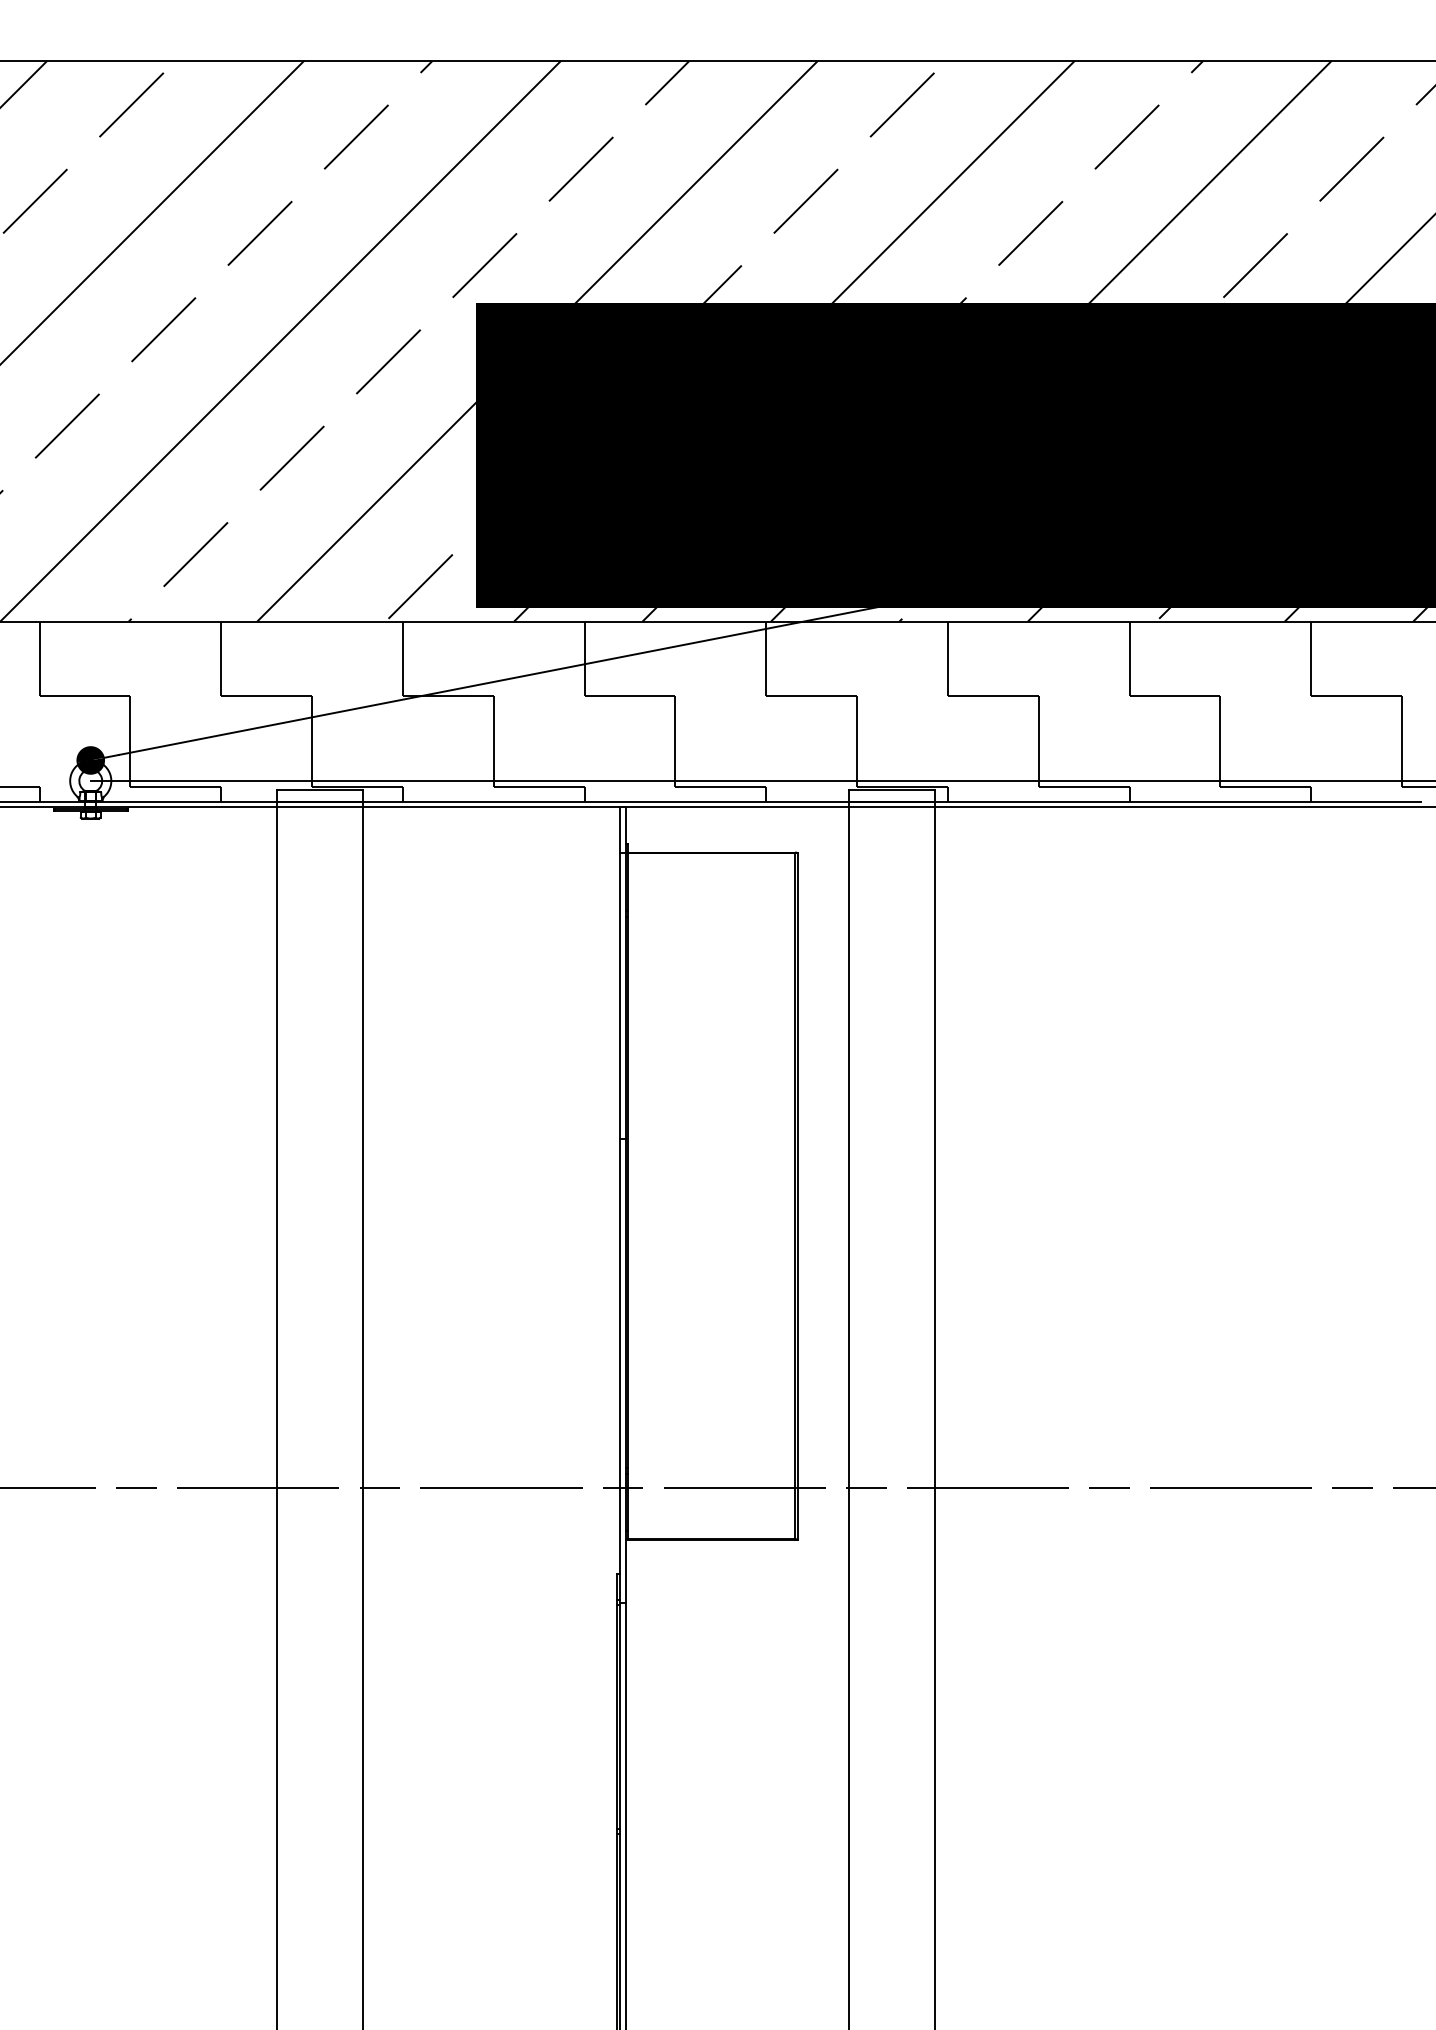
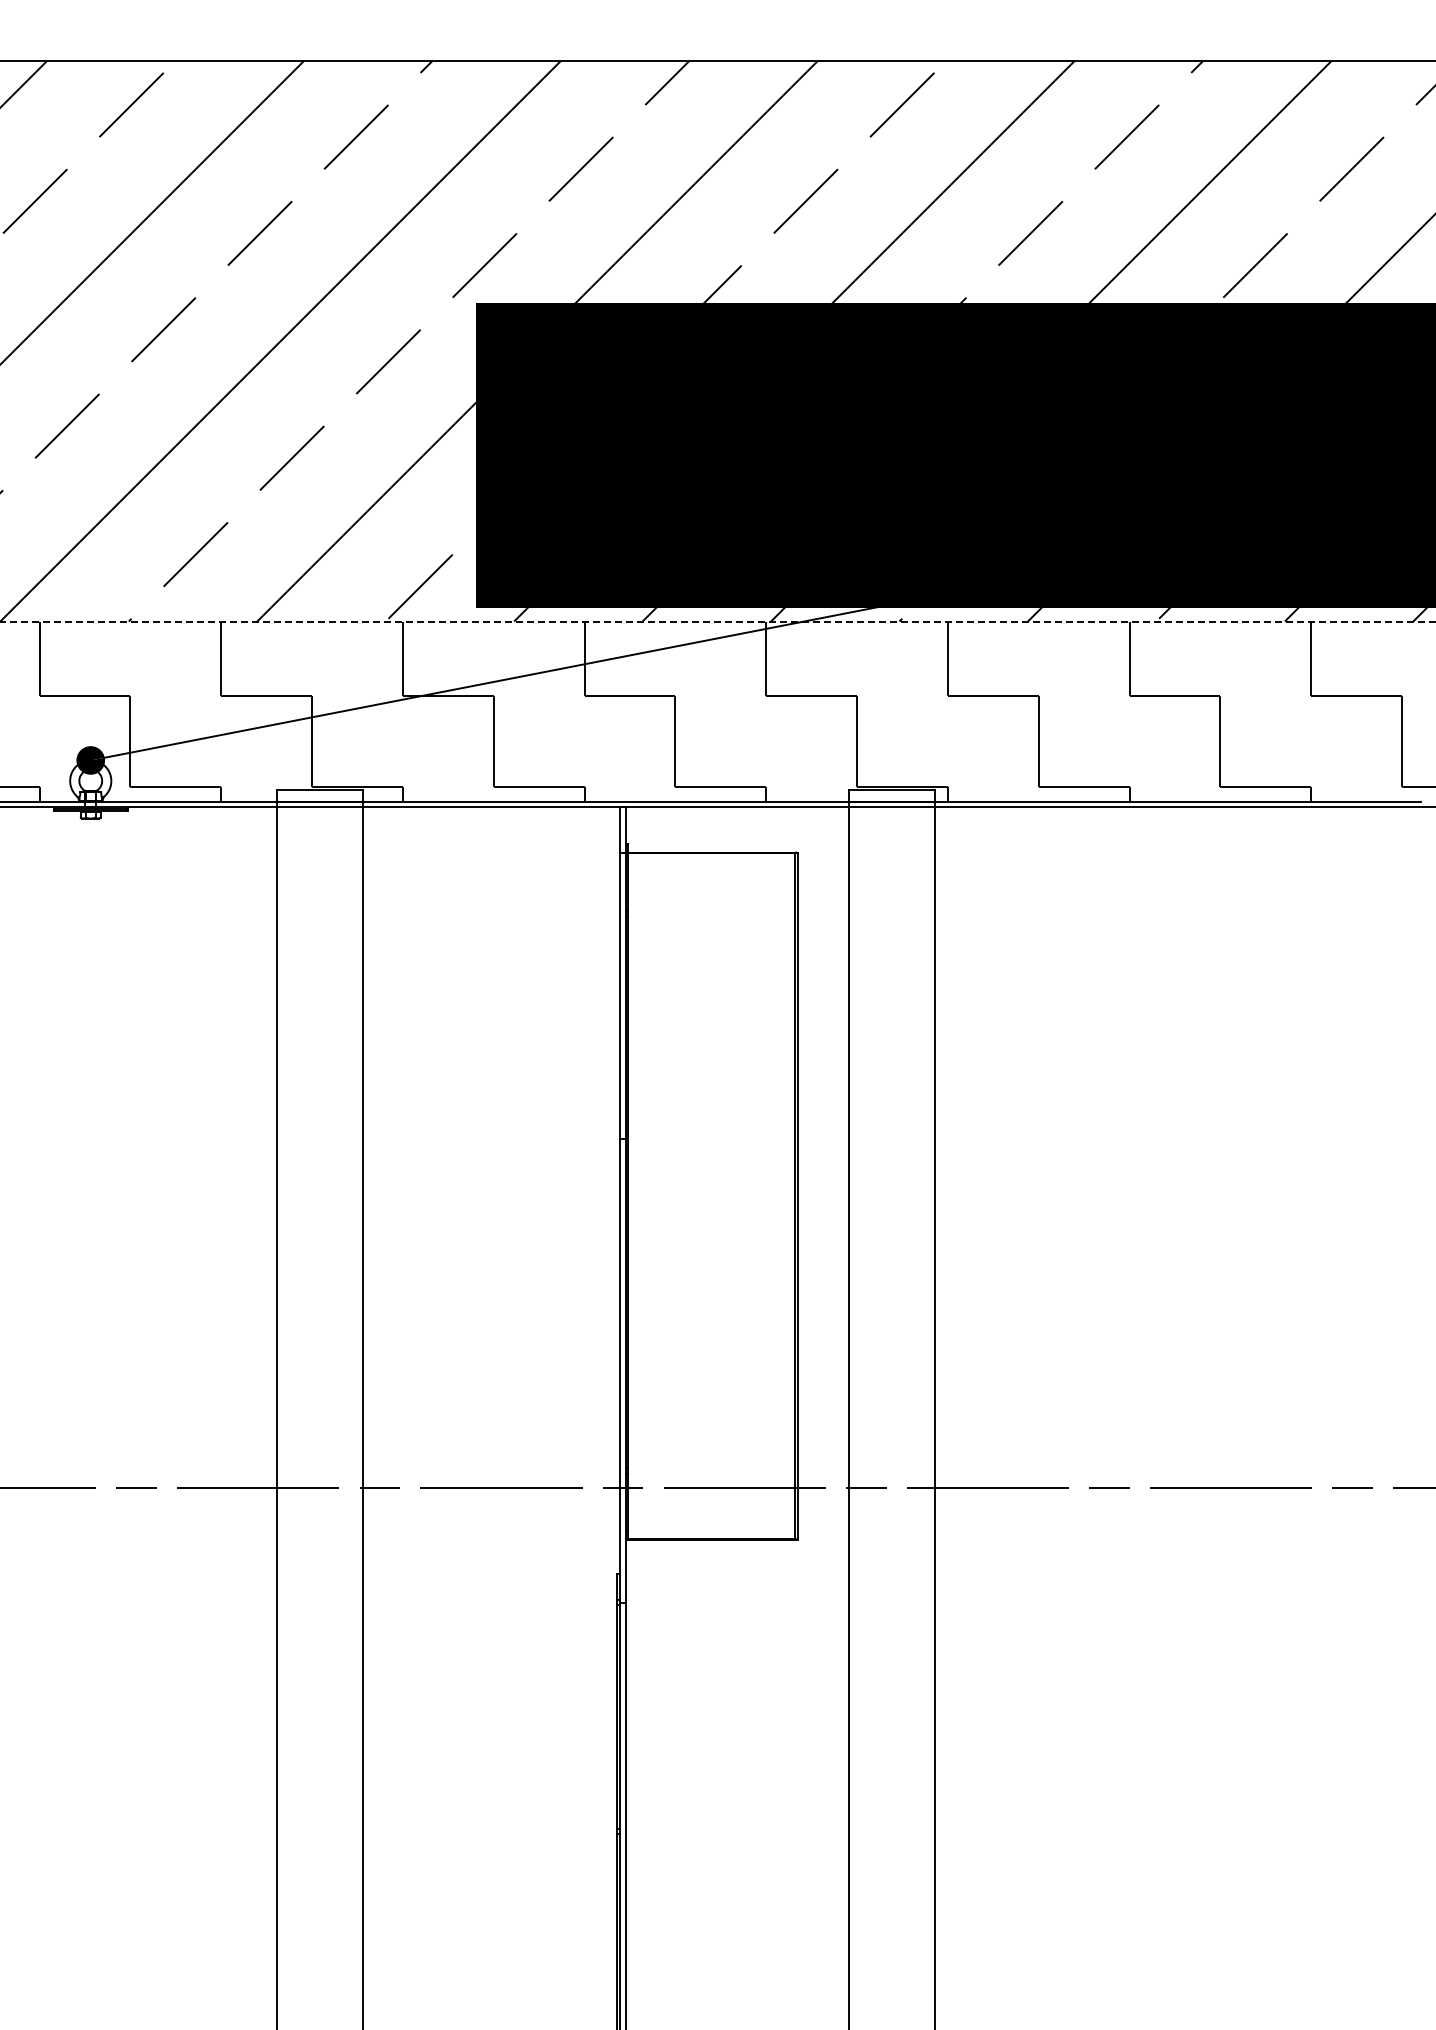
line at (718, 621): solid -> dashed
line at (761, 781): present -> none
